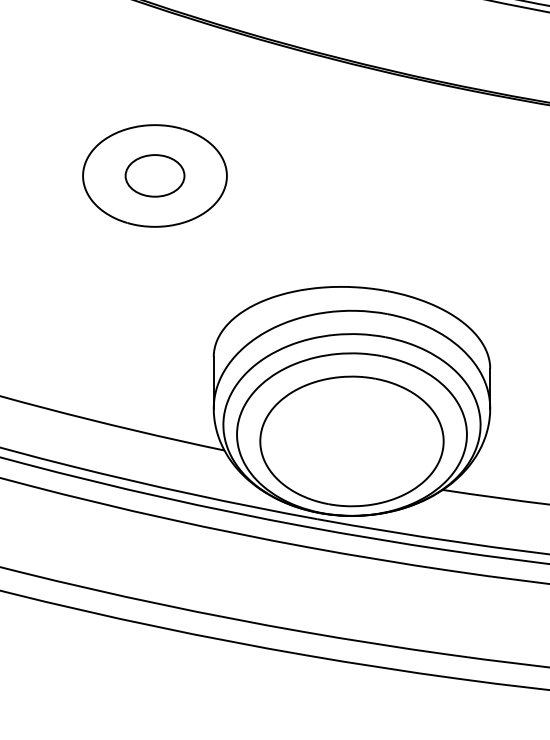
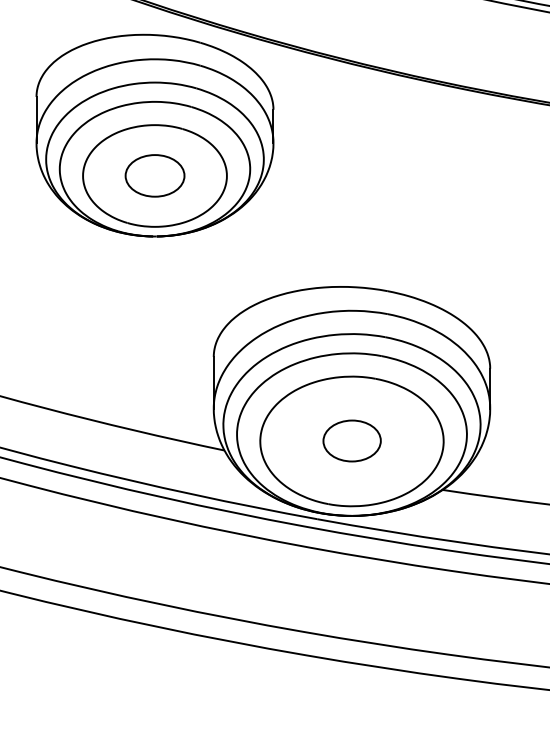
part at (154, 135): none -> present
part at (351, 440): none -> present
